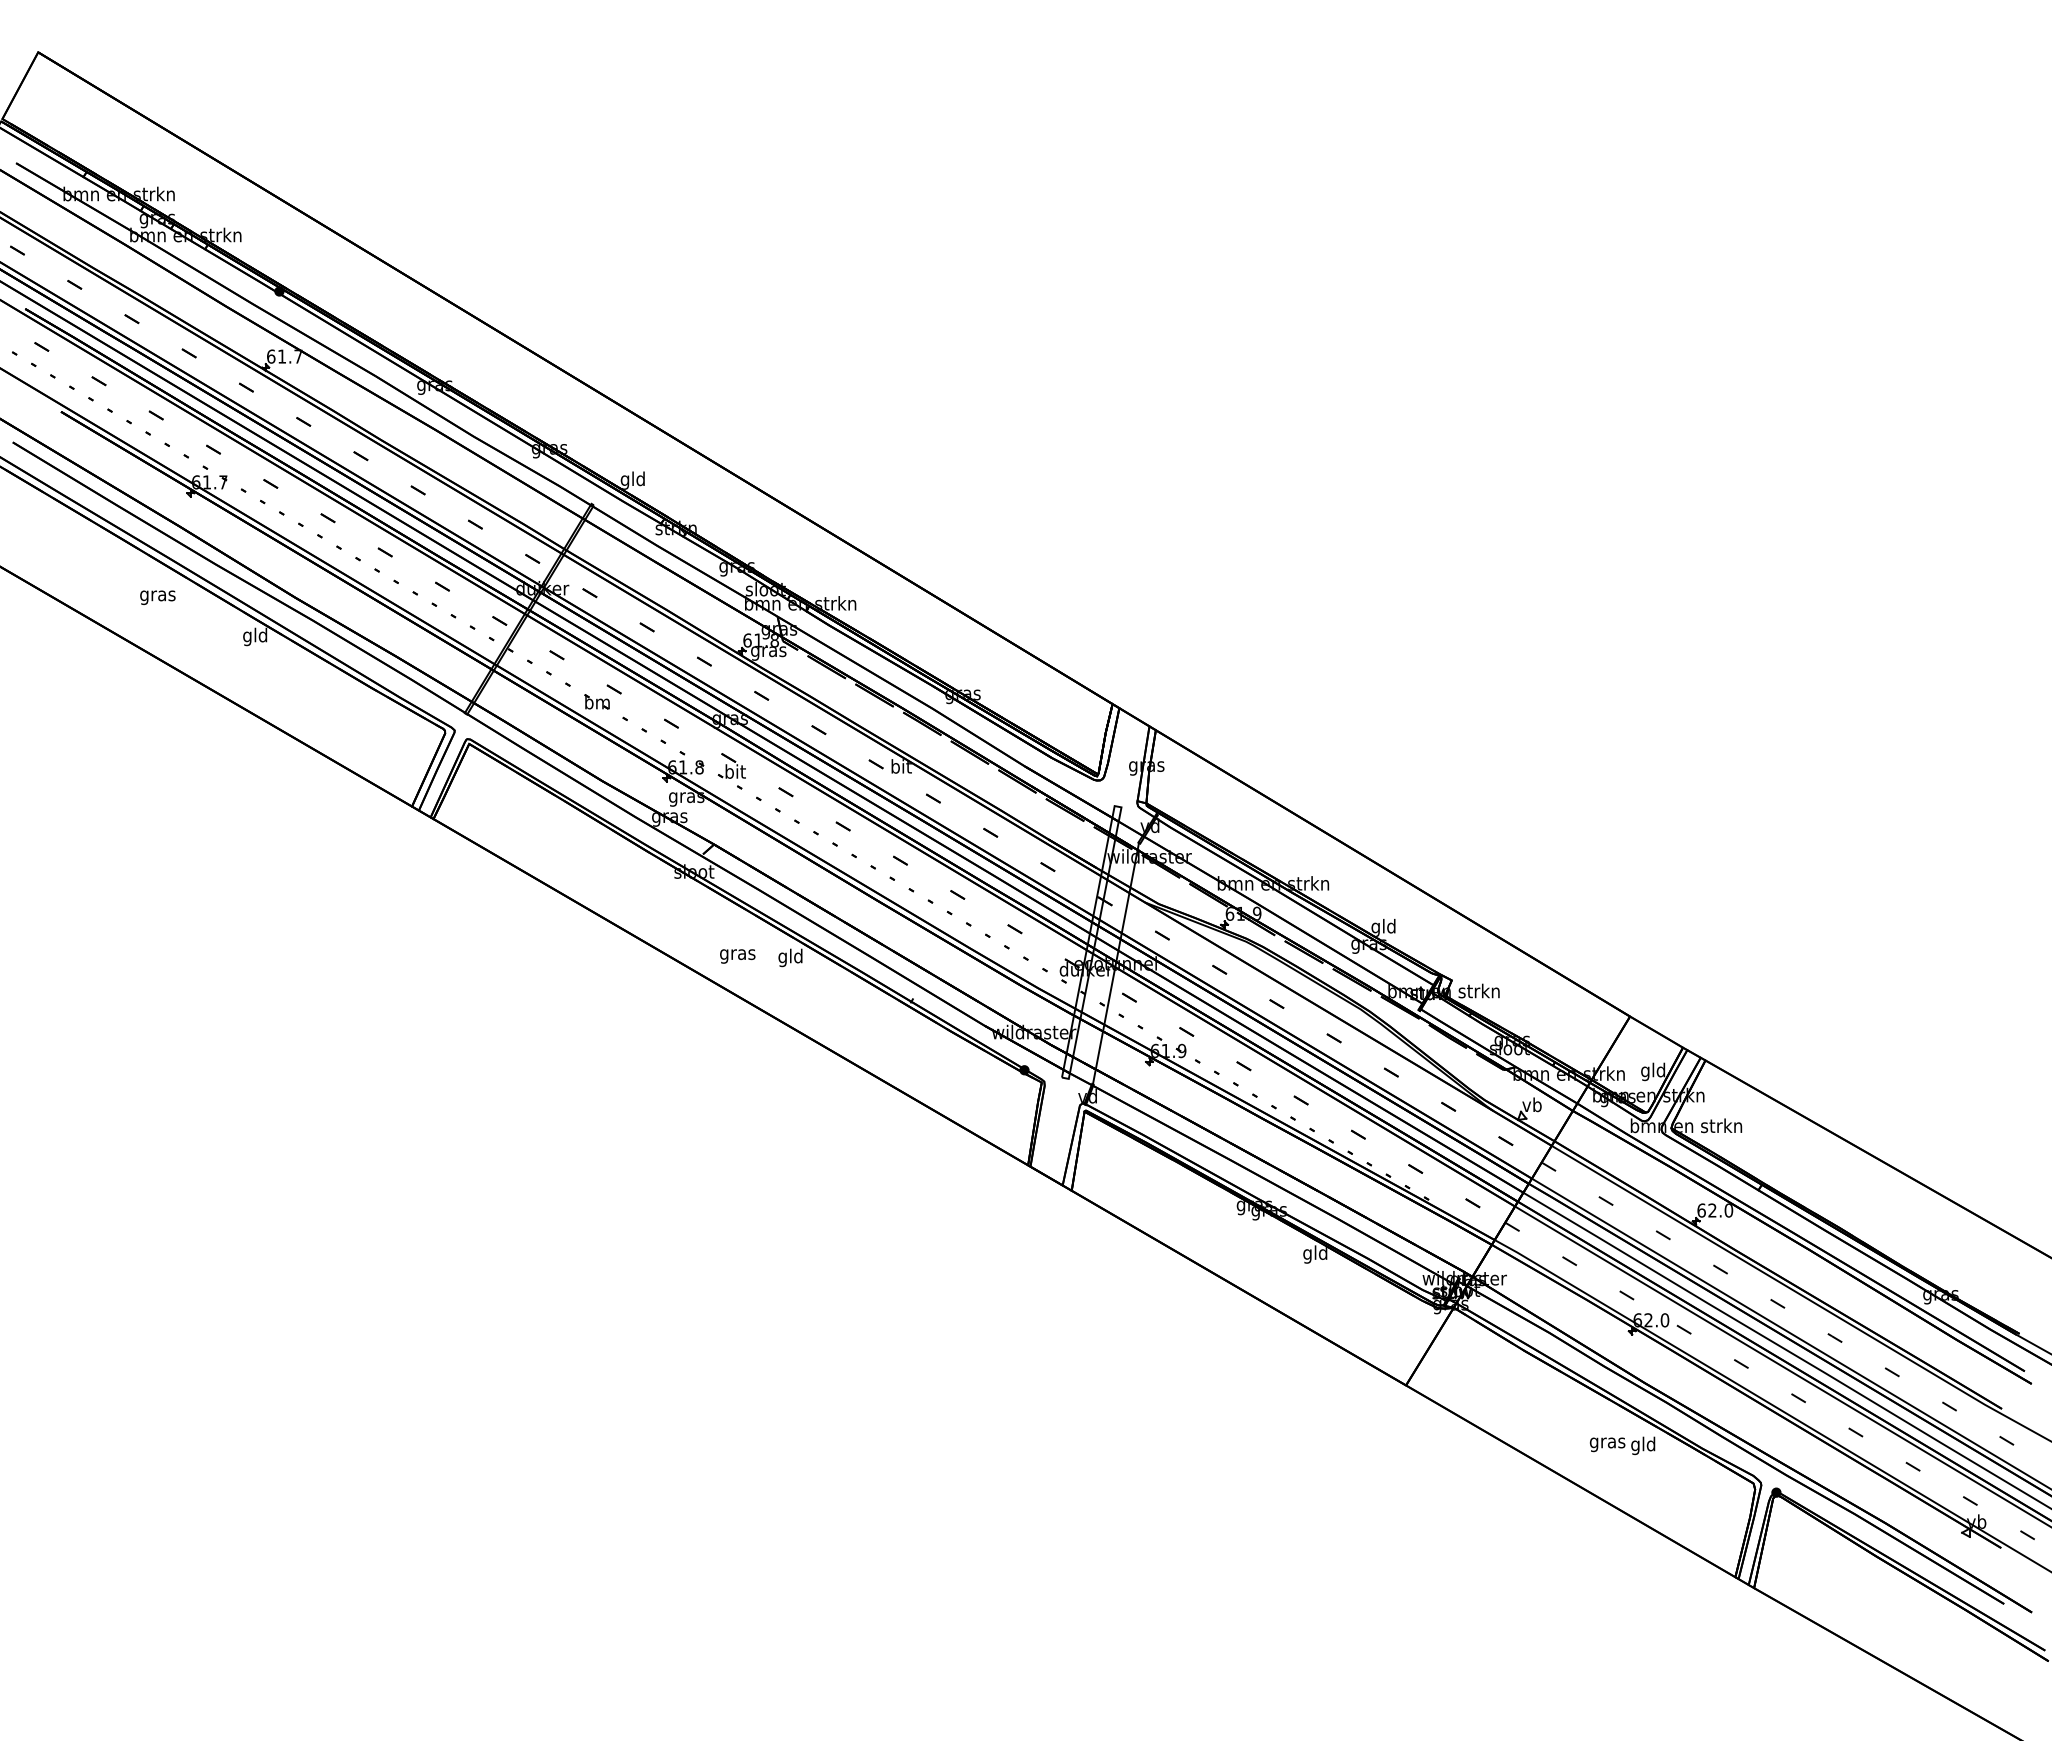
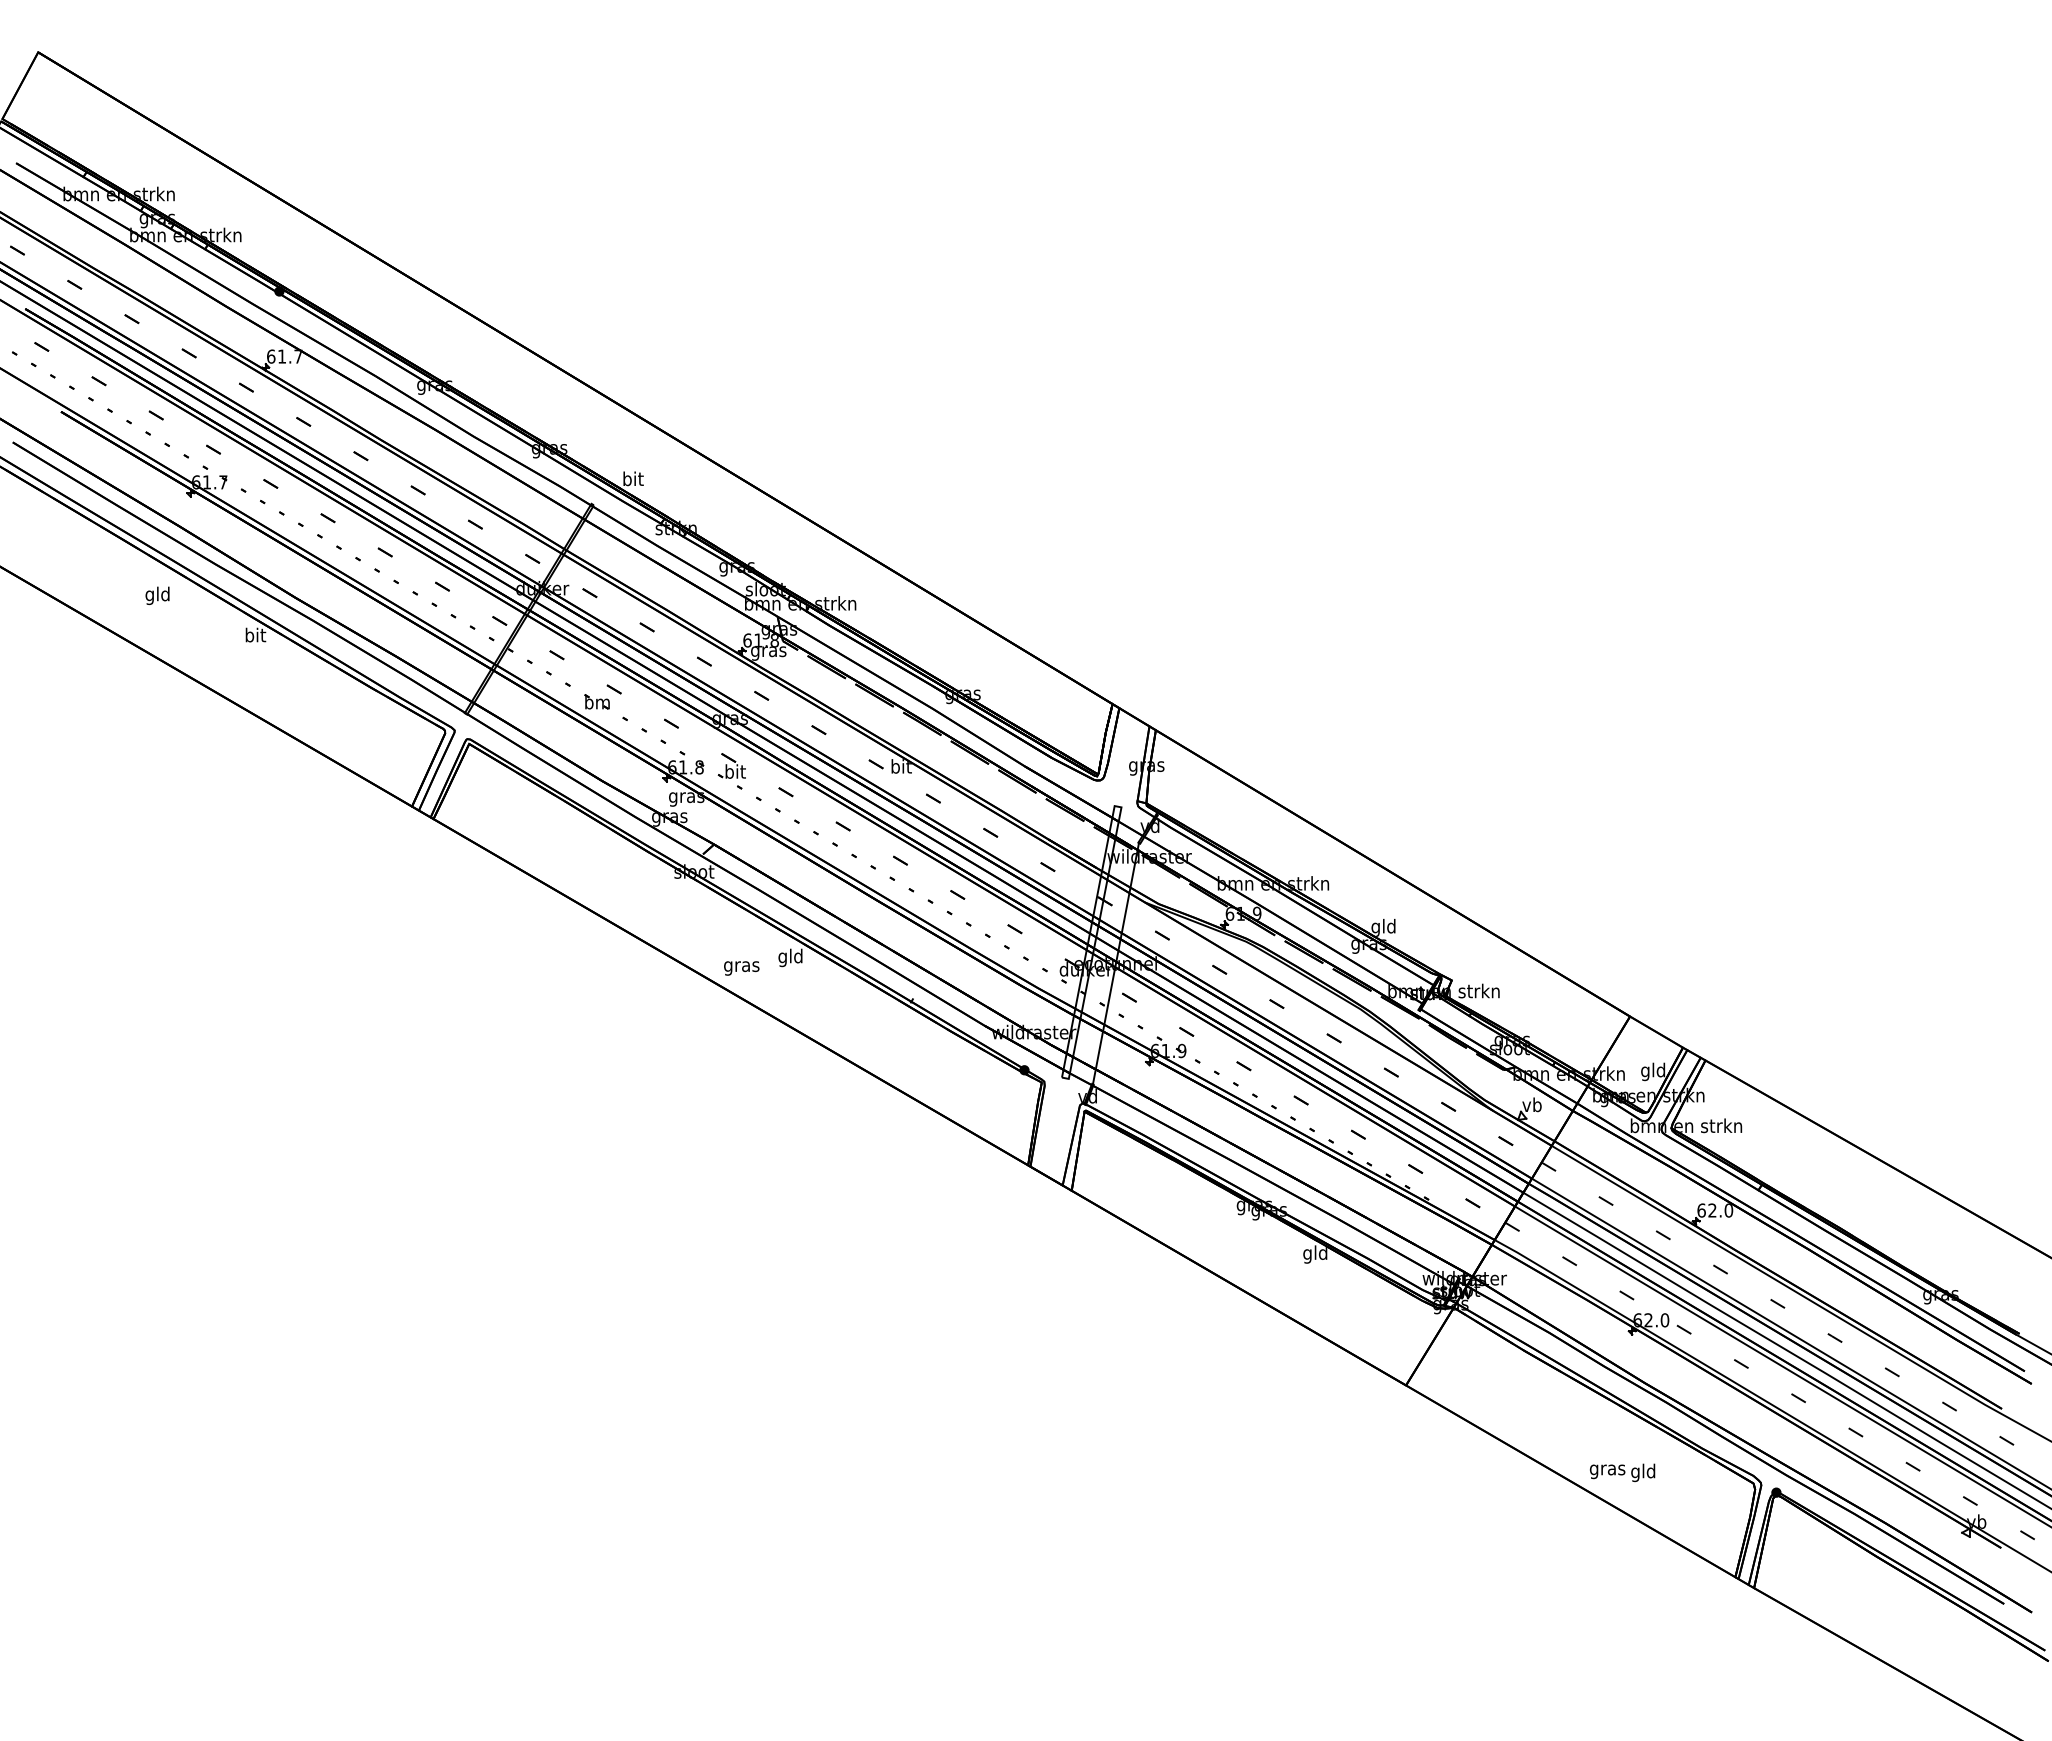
text at (632, 480): gld -> bit
text at (157, 595): gras -> gld
text at (255, 636): gld -> bit
text at (737, 956) position: (737, 956) -> (741, 968)
text at (1622, 1445) position: (1622, 1445) -> (1622, 1472)
